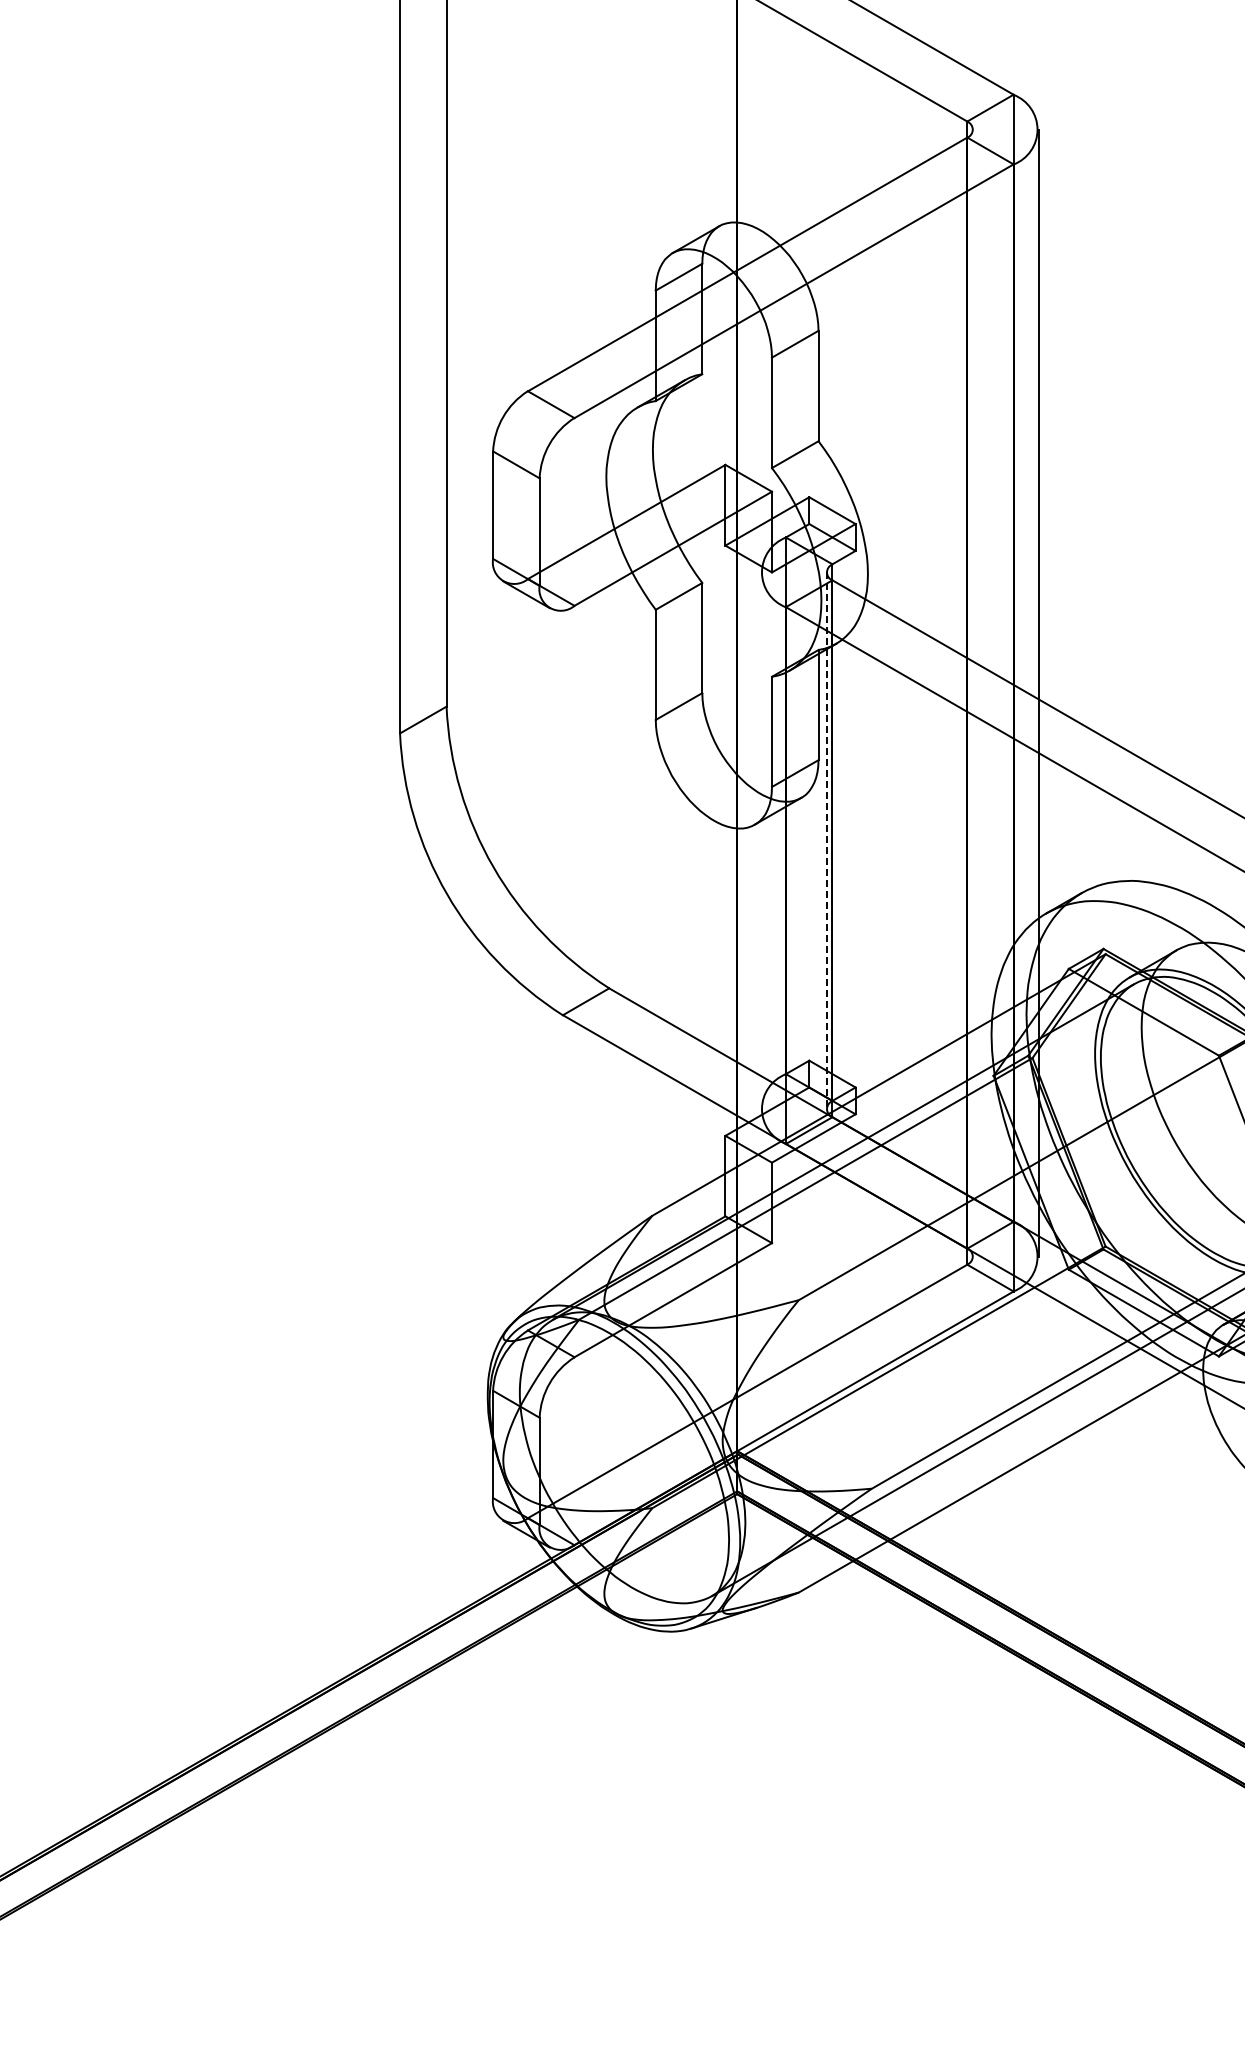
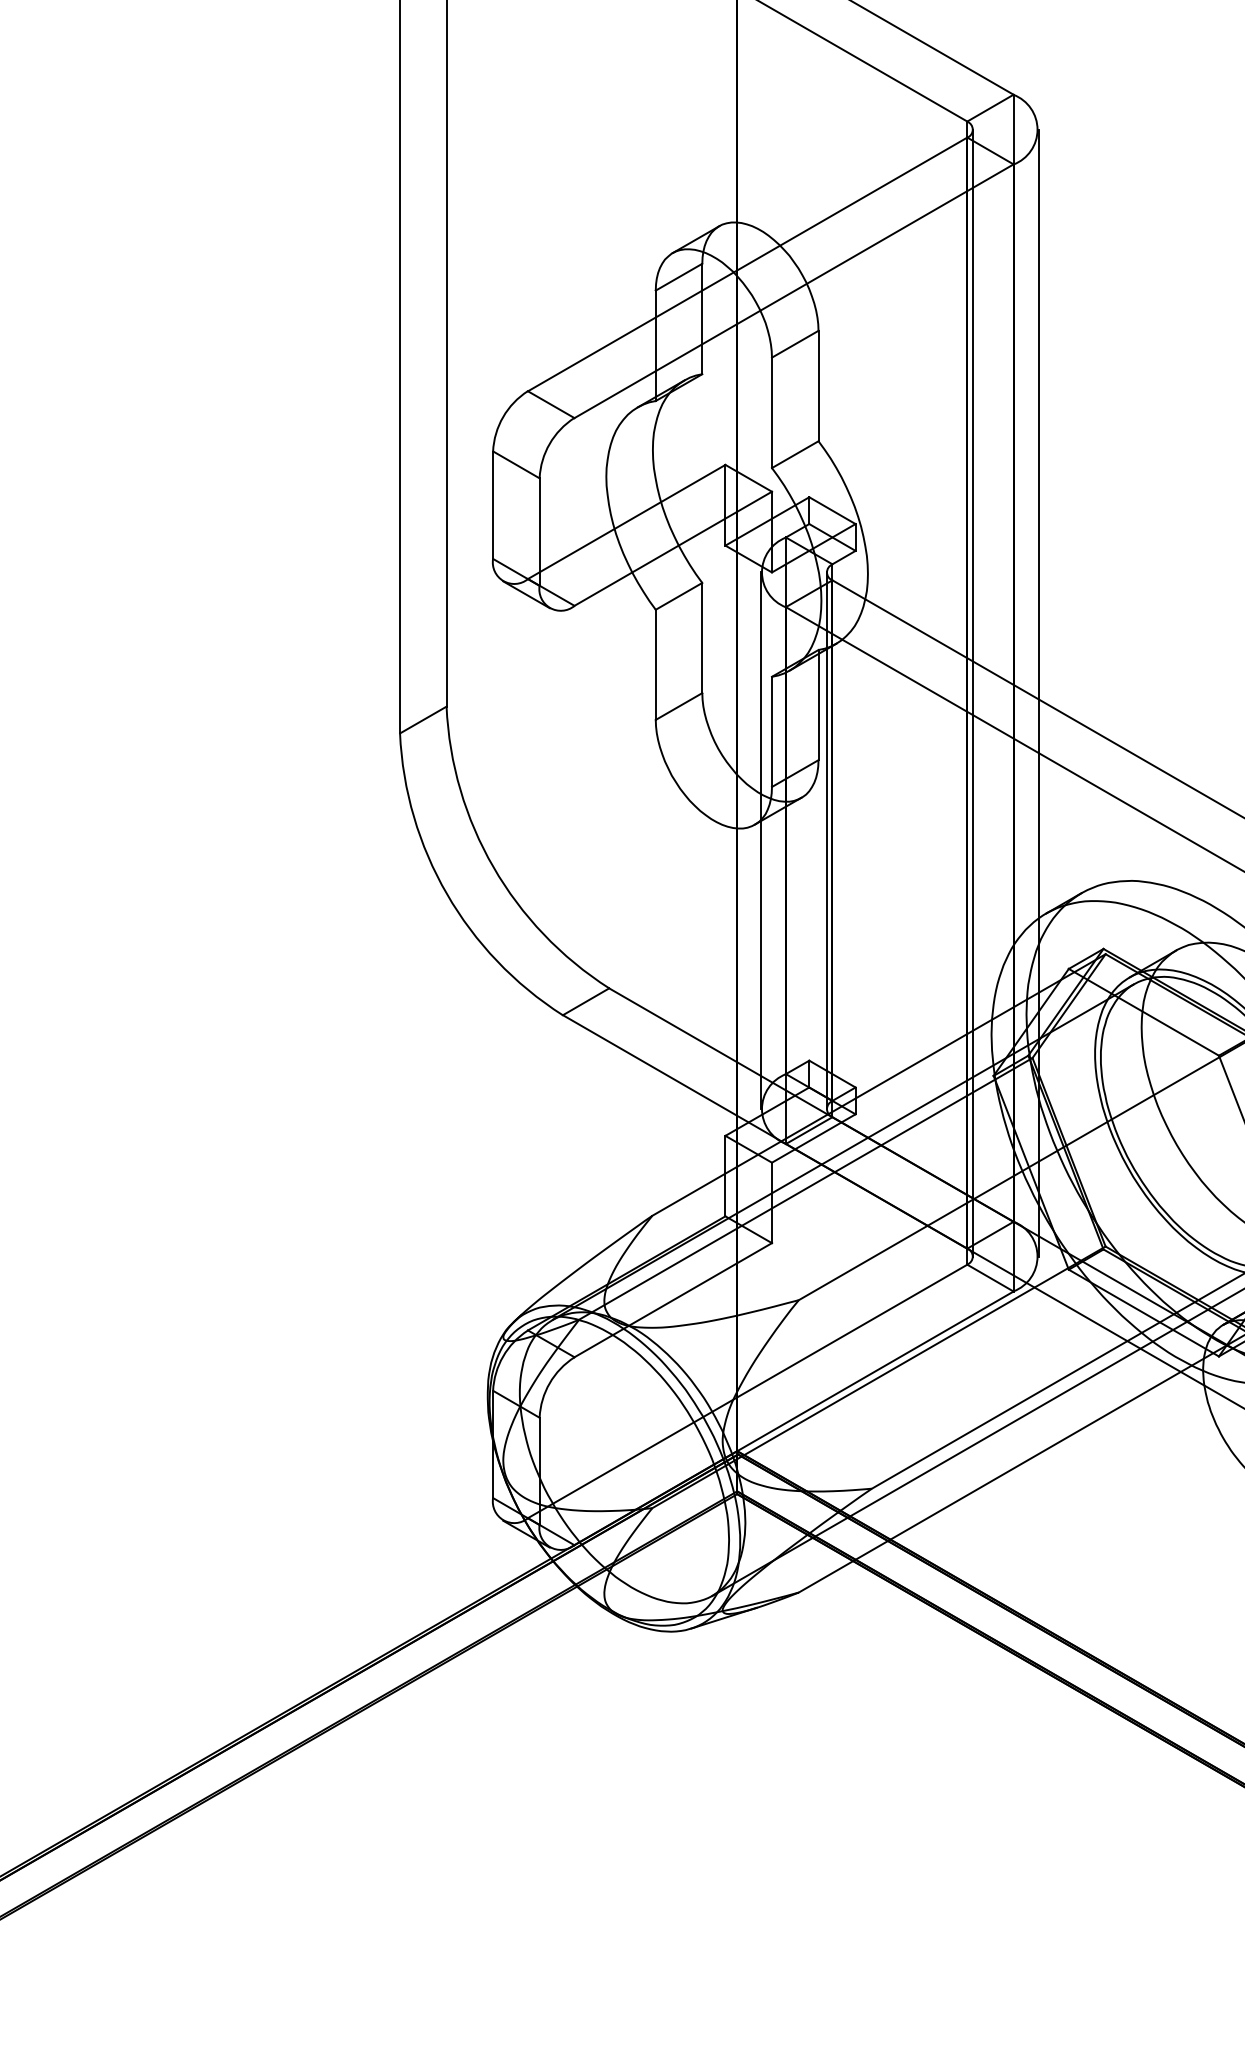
line at (973, 692): none -> present
line at (760, 840): none -> present
line at (826, 841): dashed -> solid
